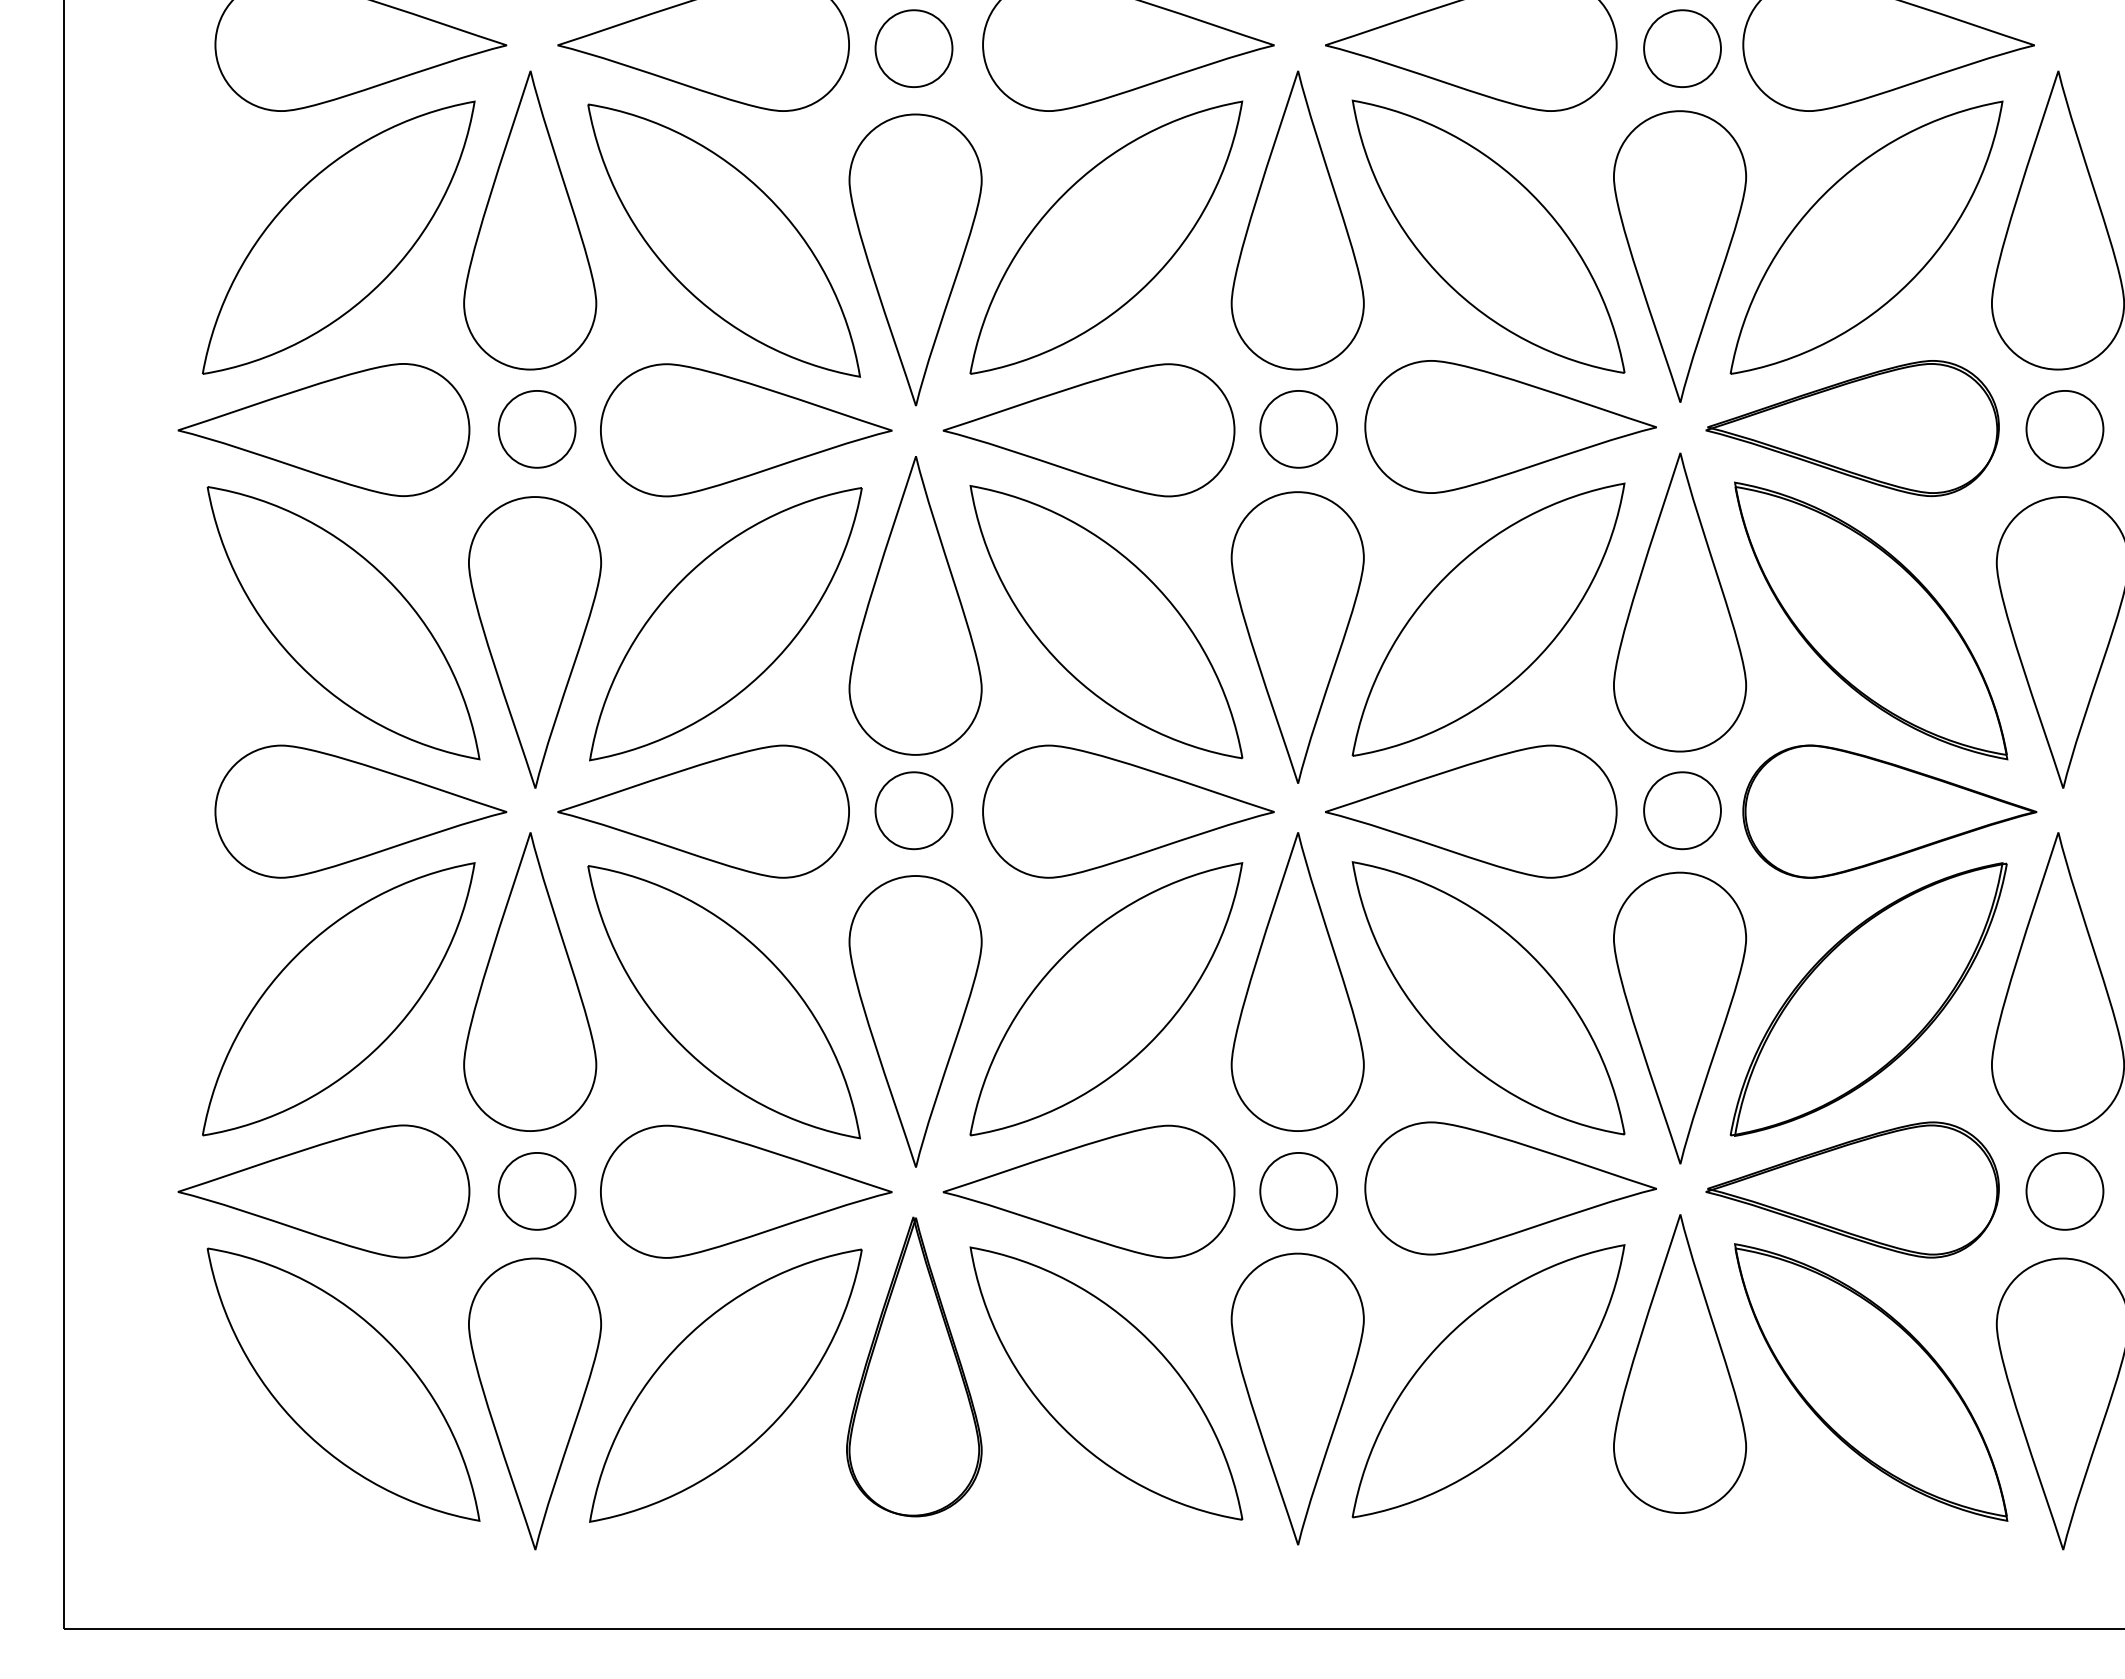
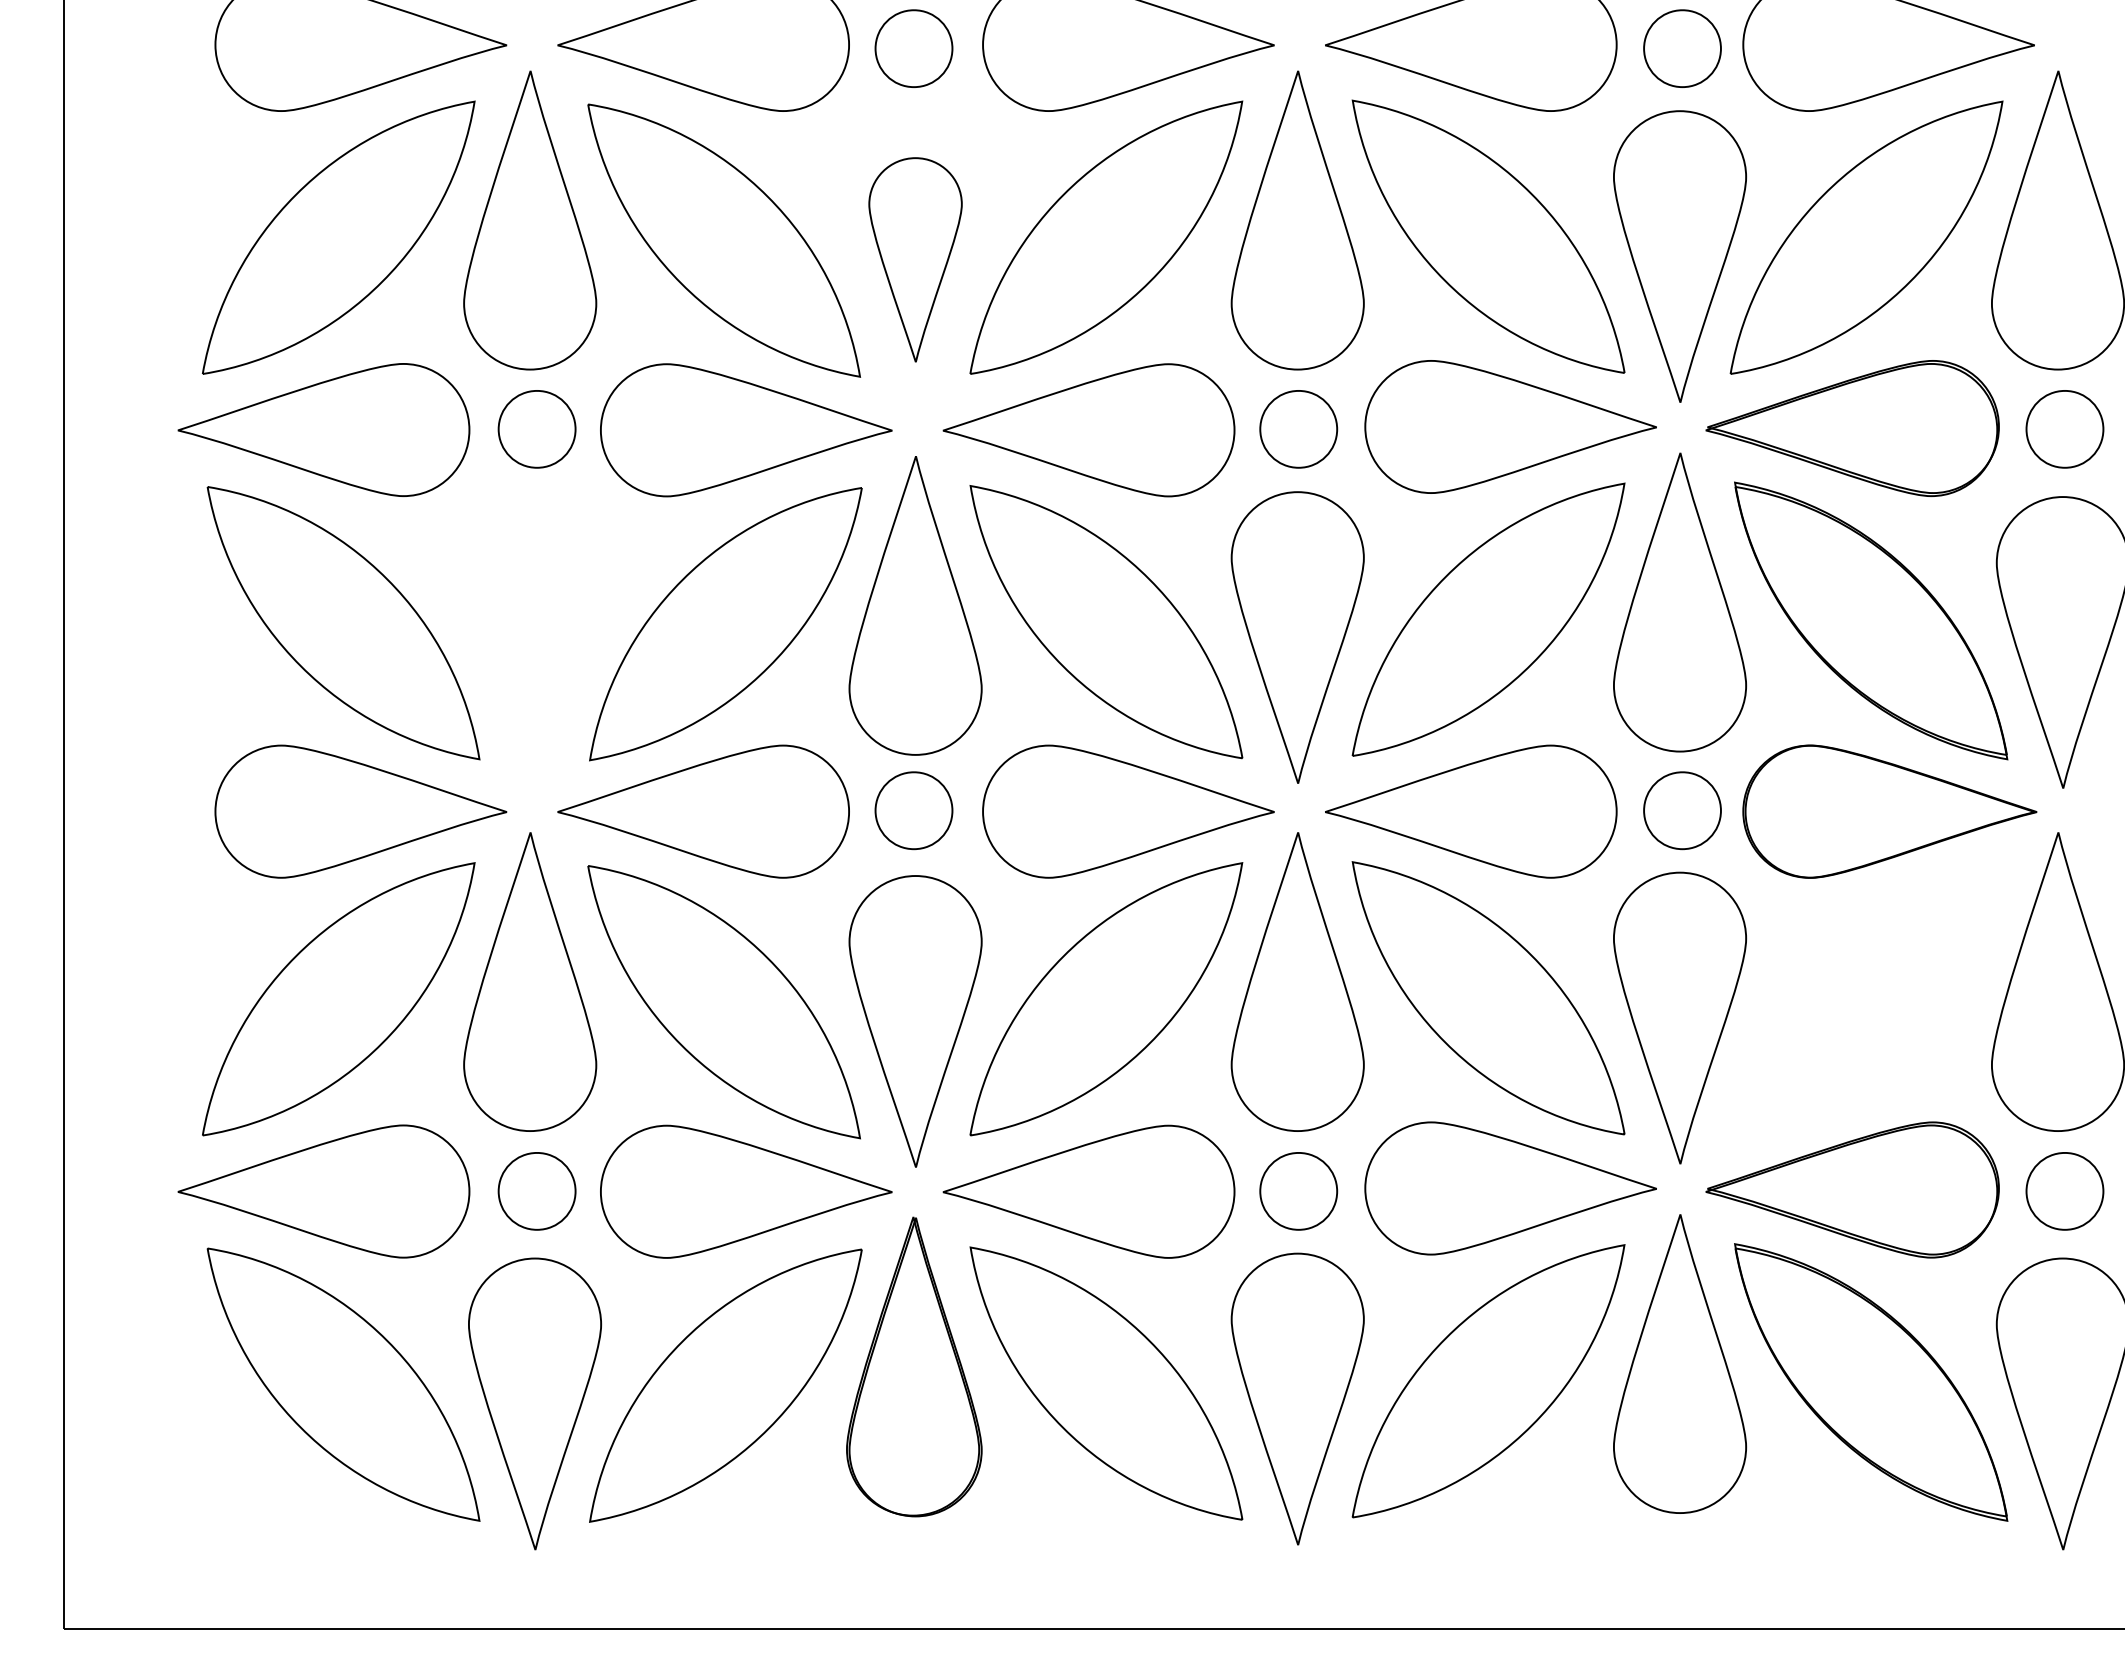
part at (915, 259) size: 135x294 px -> 95x206 px
part at (534, 642): present -> none
part at (1868, 999): present -> none
